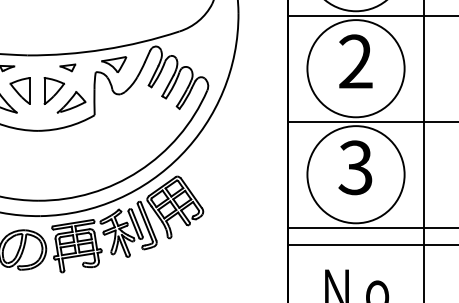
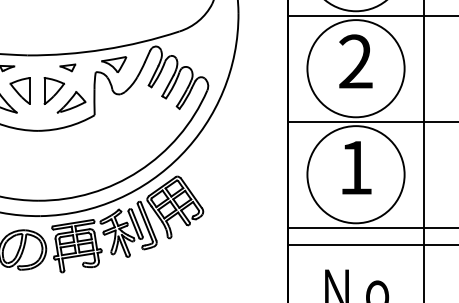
text at (355, 167): 3 -> 1
